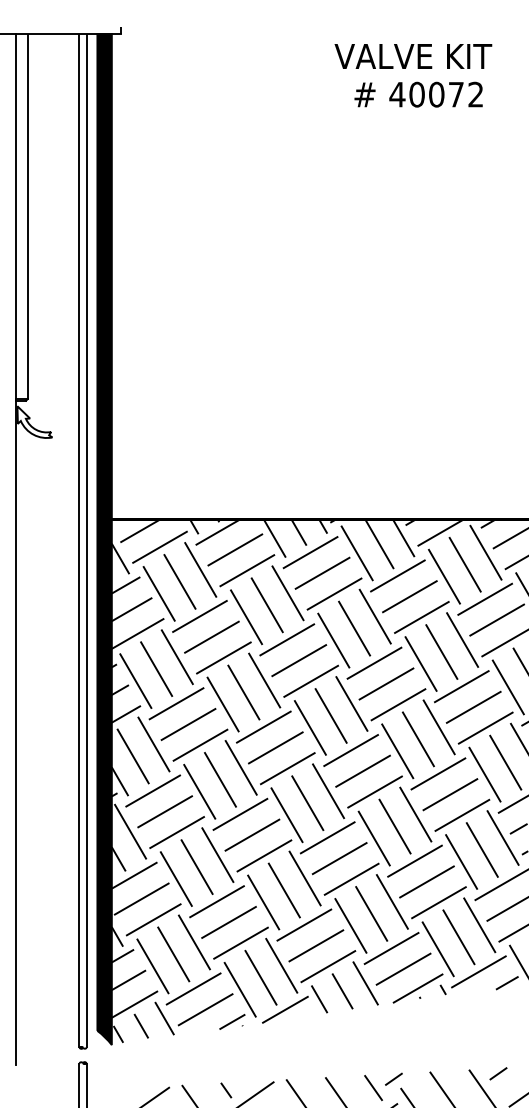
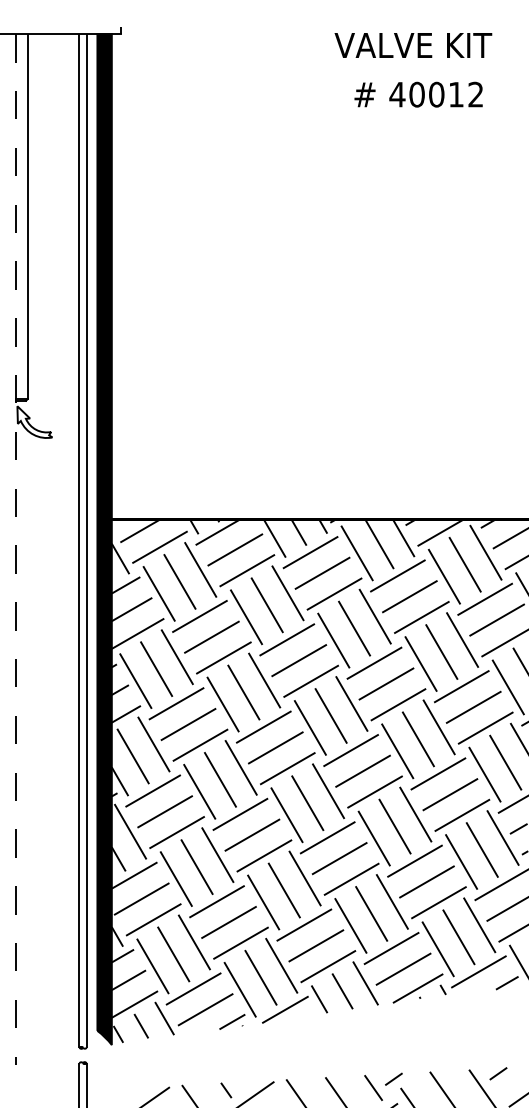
text at (413, 56) position: (413, 56) -> (413, 45)
text at (456, 94): 40072 -> 40012
line at (15, 550): solid -> dashed
